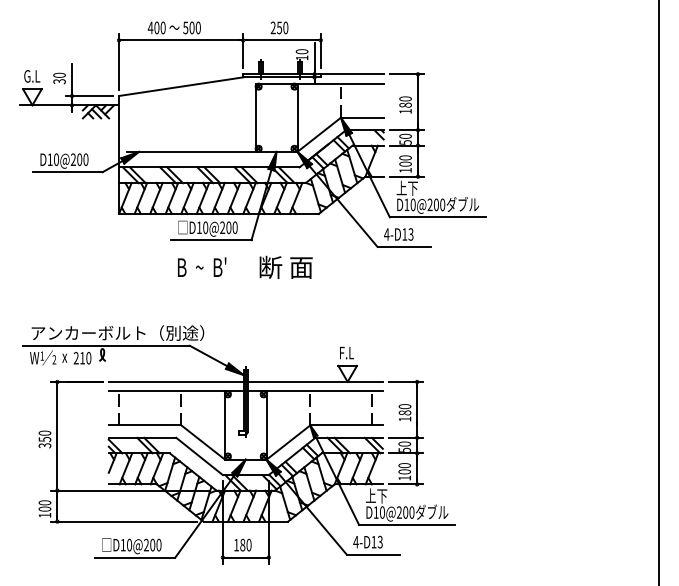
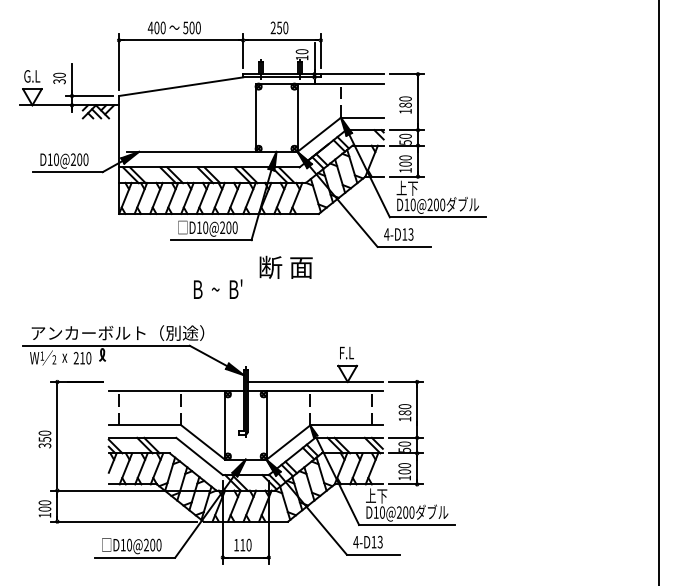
text at (202, 266) position: (202, 266) -> (218, 288)
line at (175, 381): present -> none
text at (242, 544): 180 -> 110
